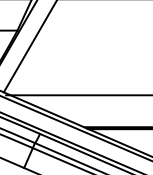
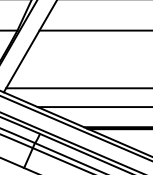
line at (94, 30): none -> present
line at (77, 95) position: (77, 95) -> (77, 88)
line at (93, 107): none -> present
